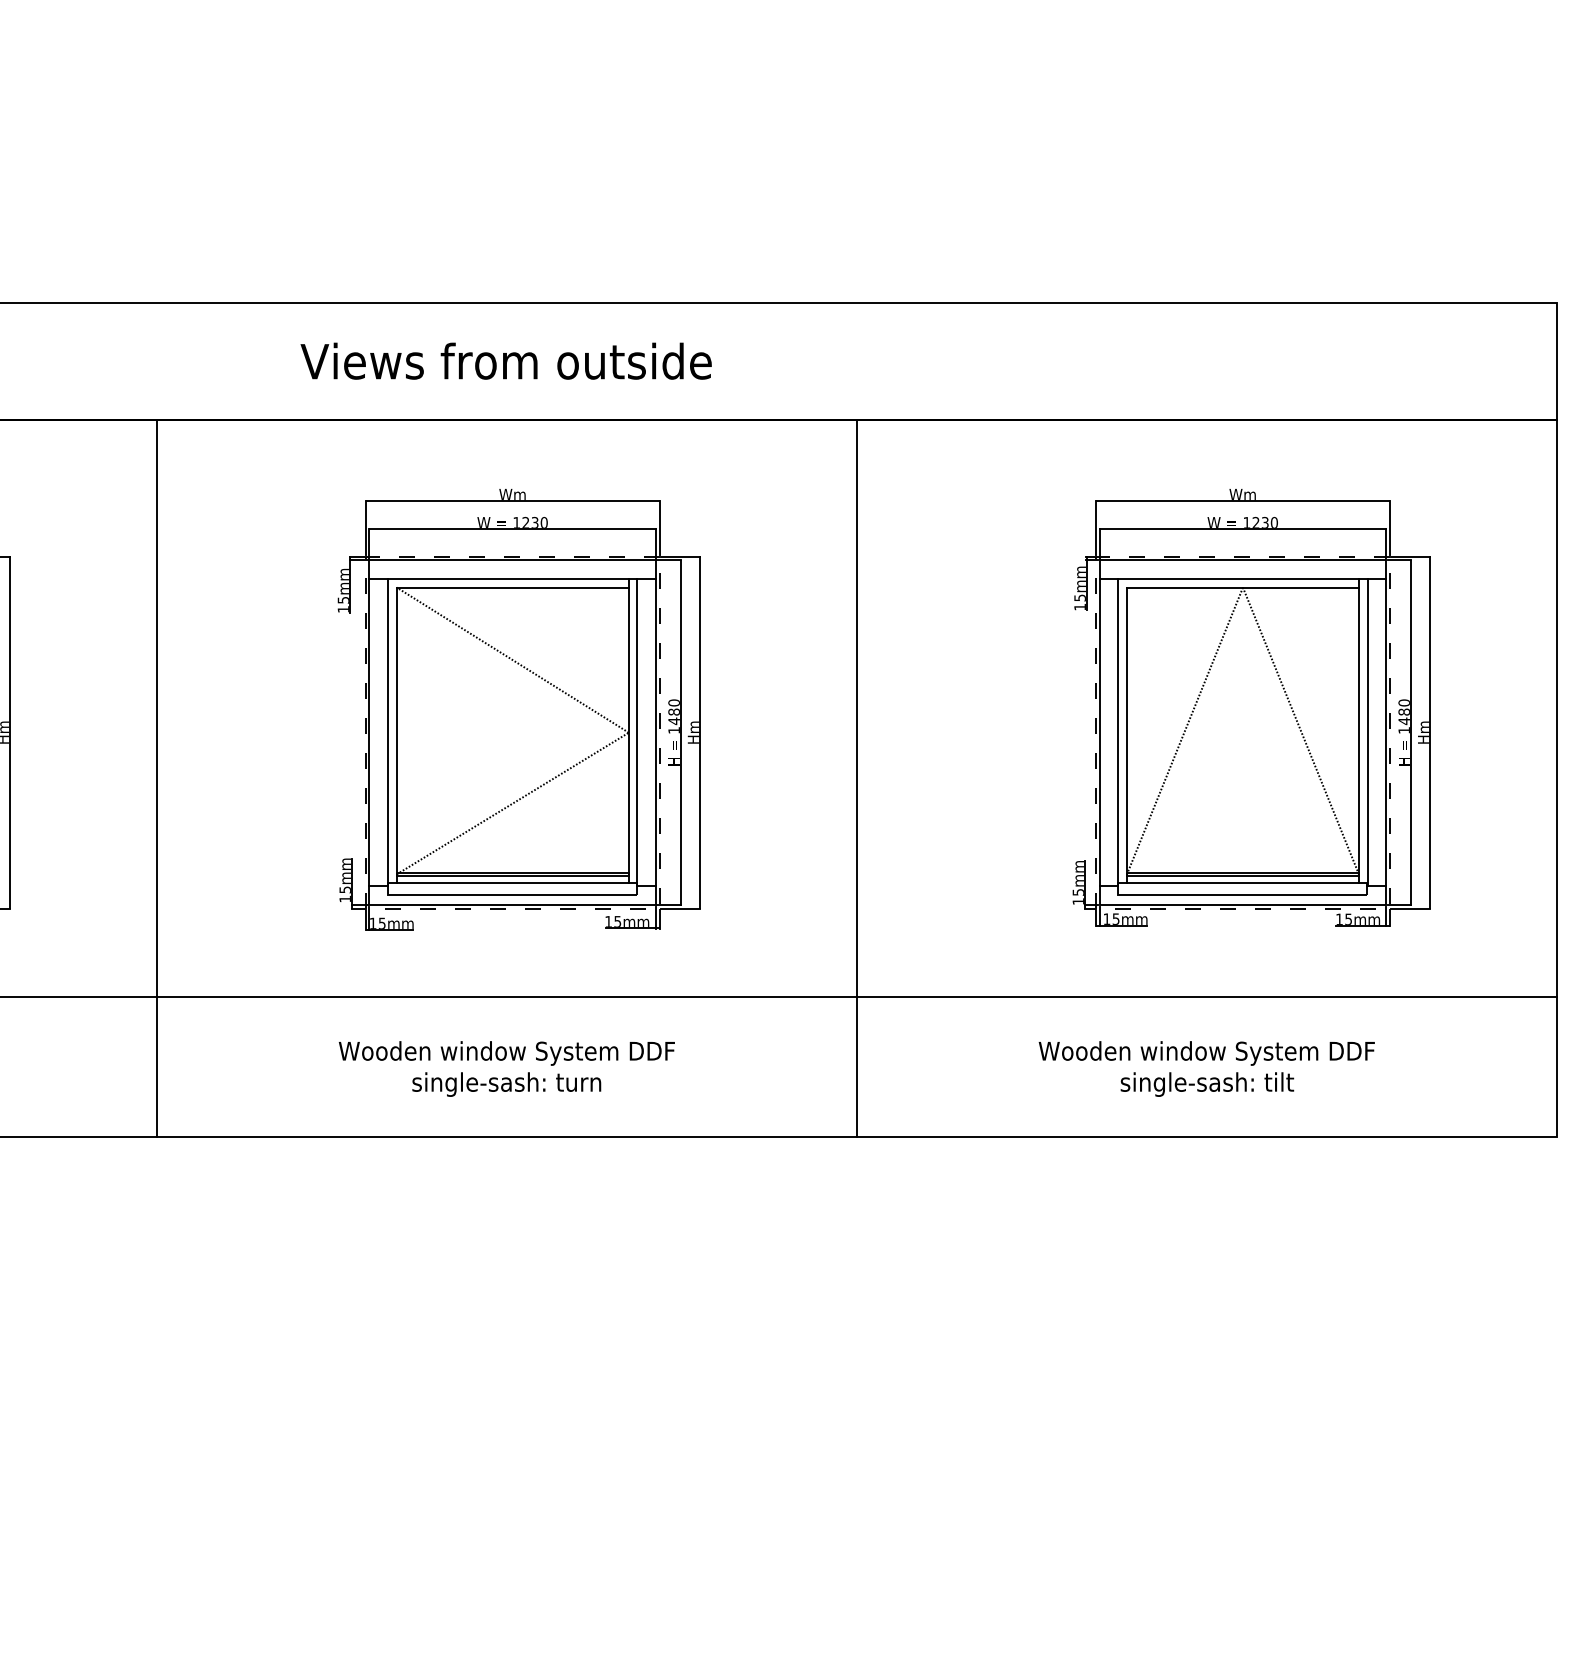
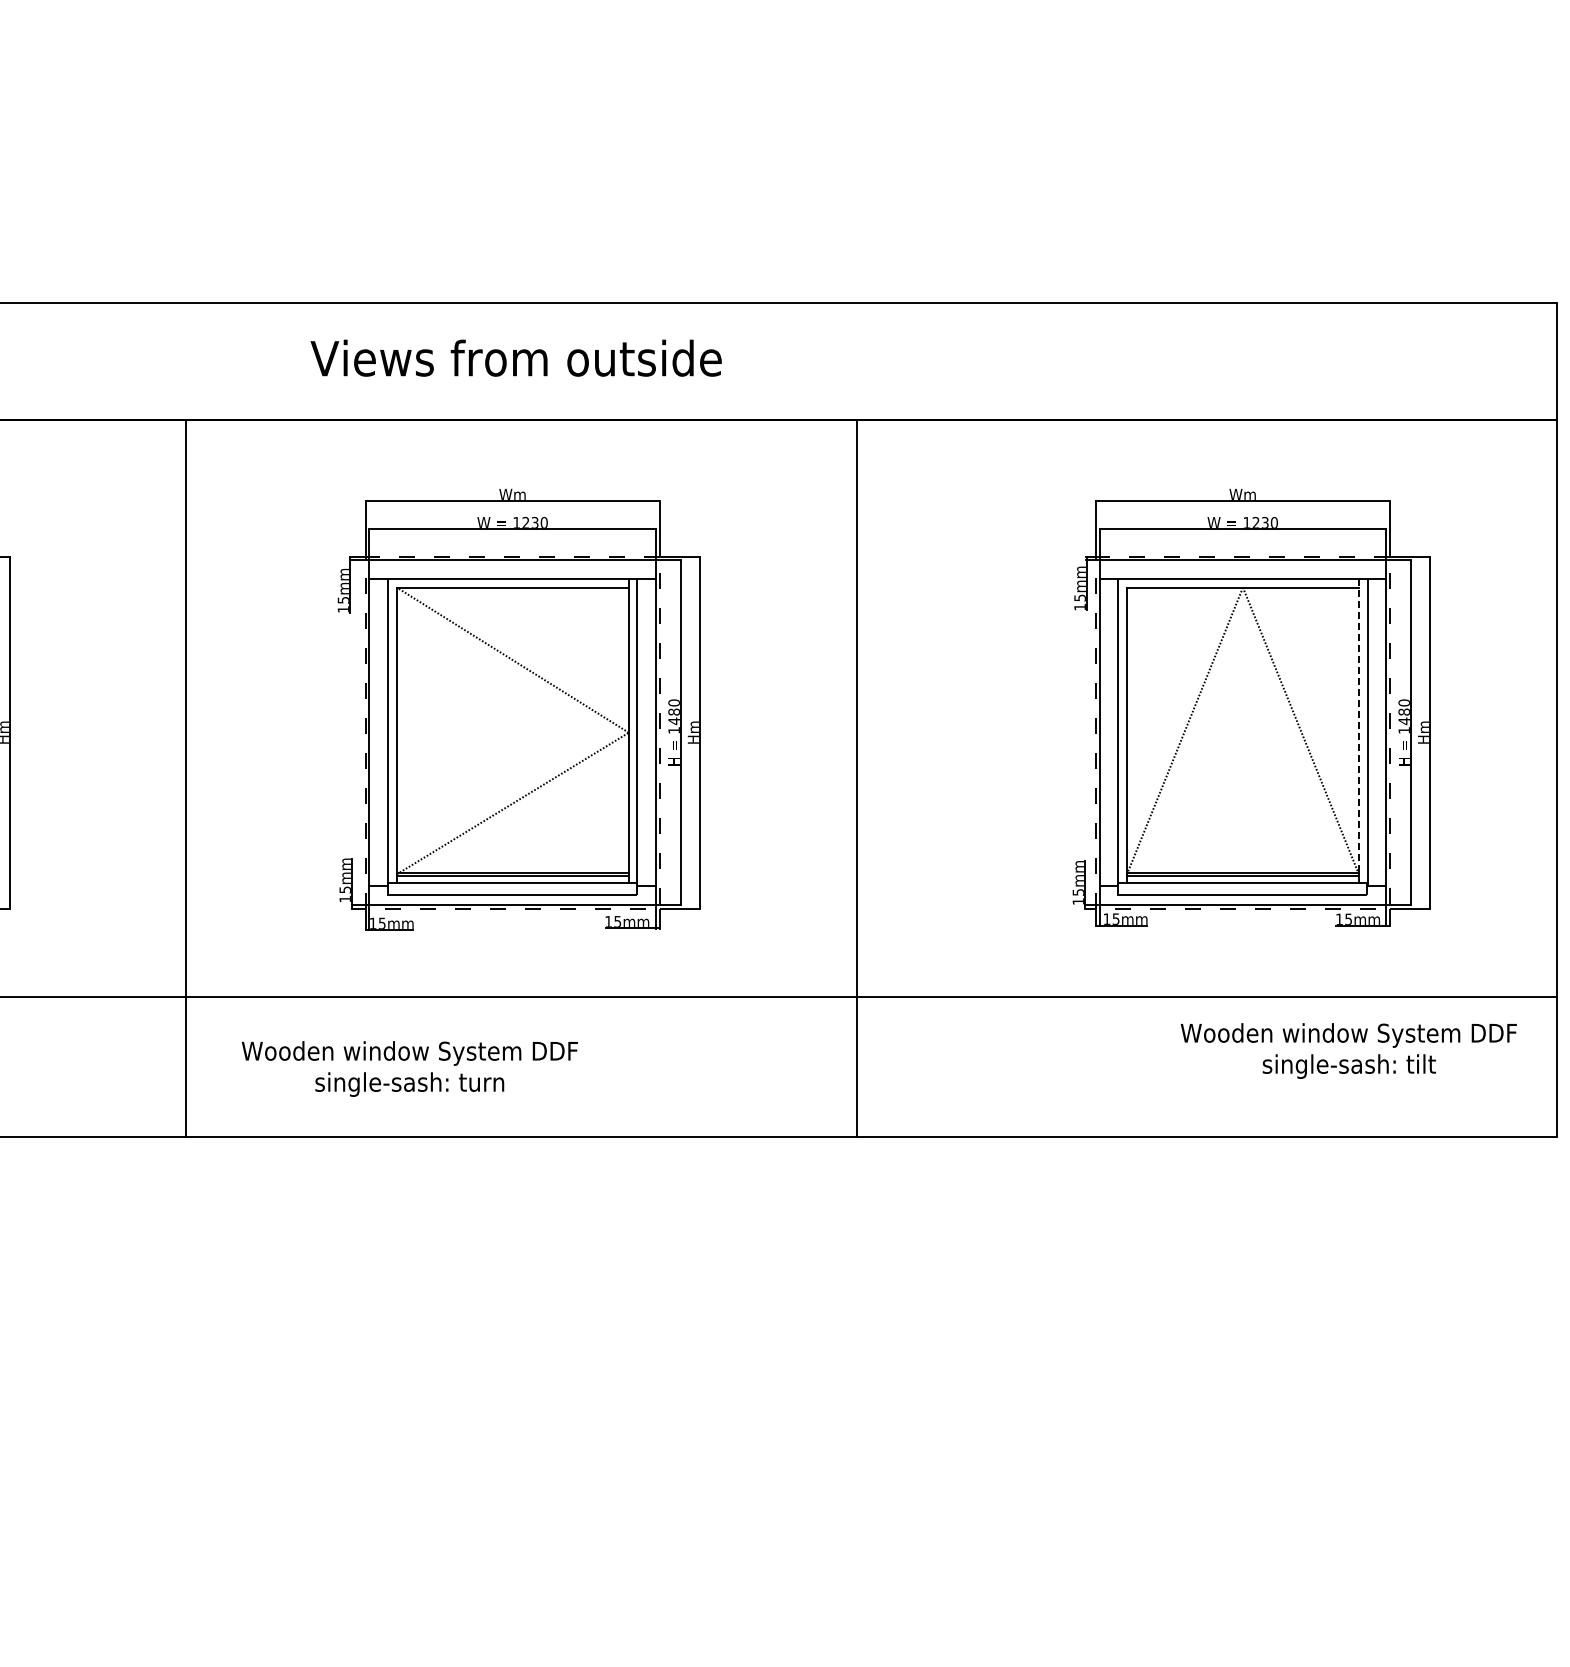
text at (505, 360) position: (505, 360) -> (515, 357)
line at (1358, 731): solid -> dashed
line at (157, 778) position: (157, 778) -> (186, 778)
text at (506, 1068) position: (506, 1068) -> (409, 1068)
text at (1206, 1068) position: (1206, 1068) -> (1348, 1050)
